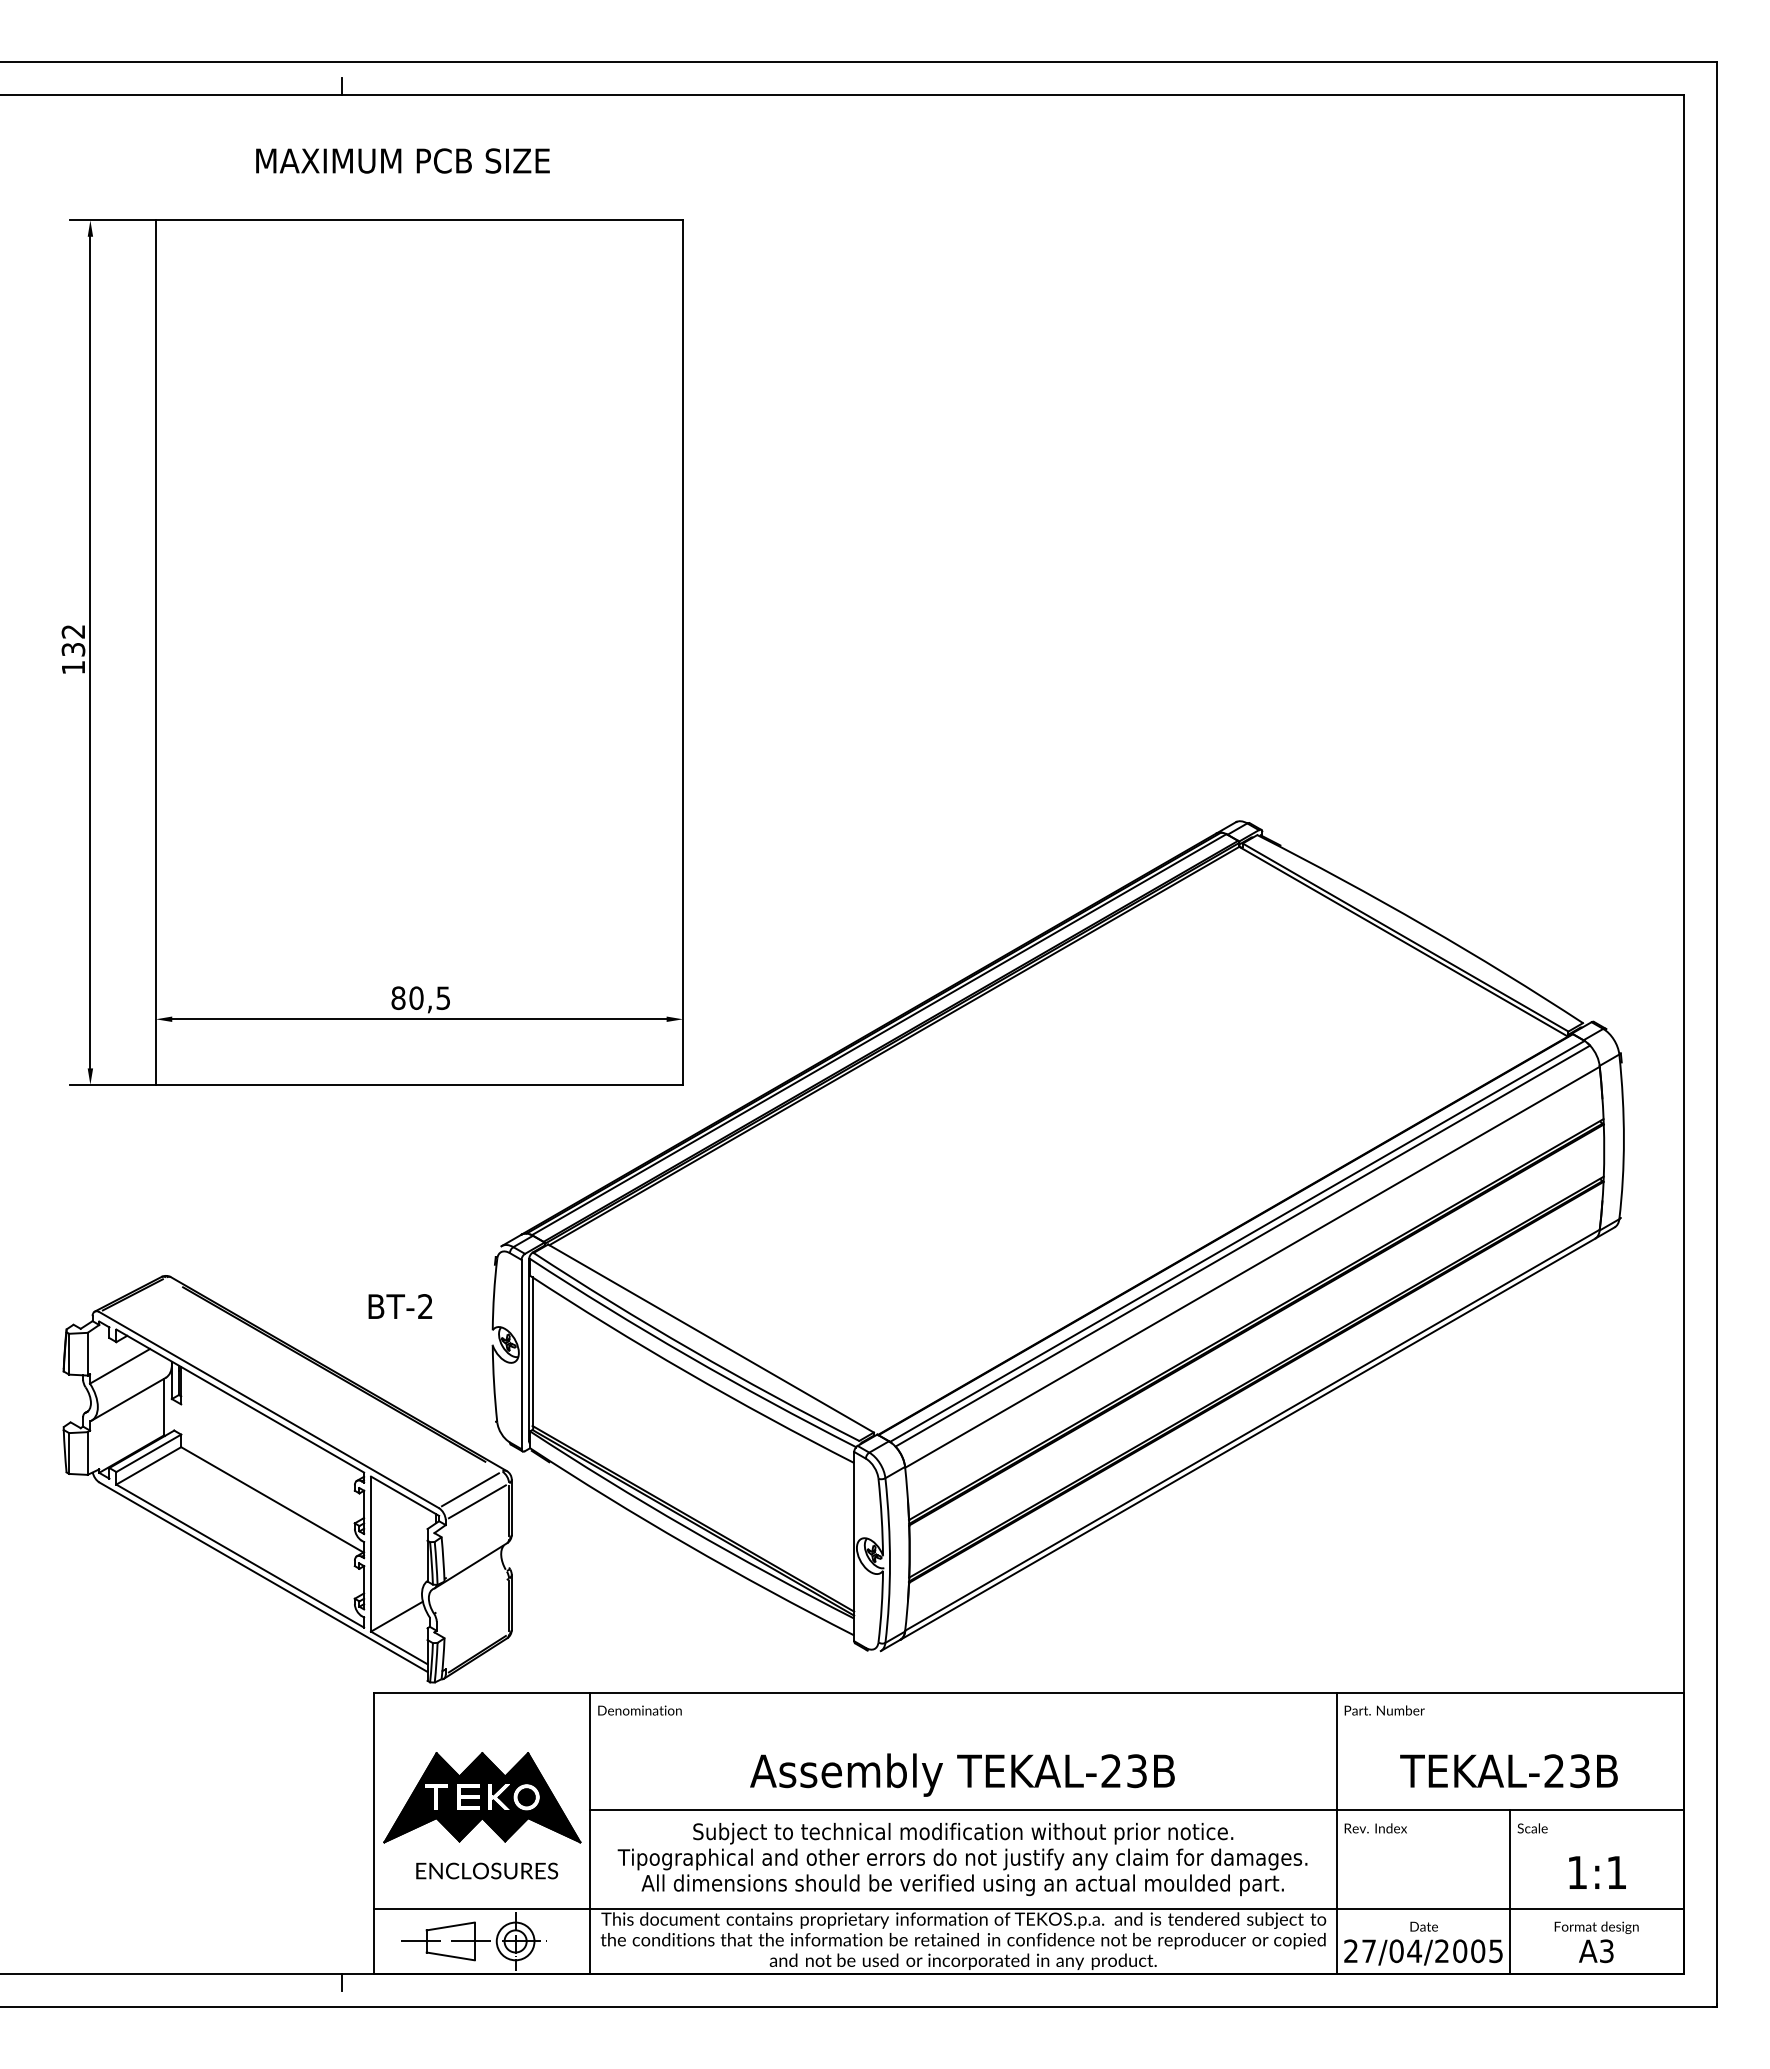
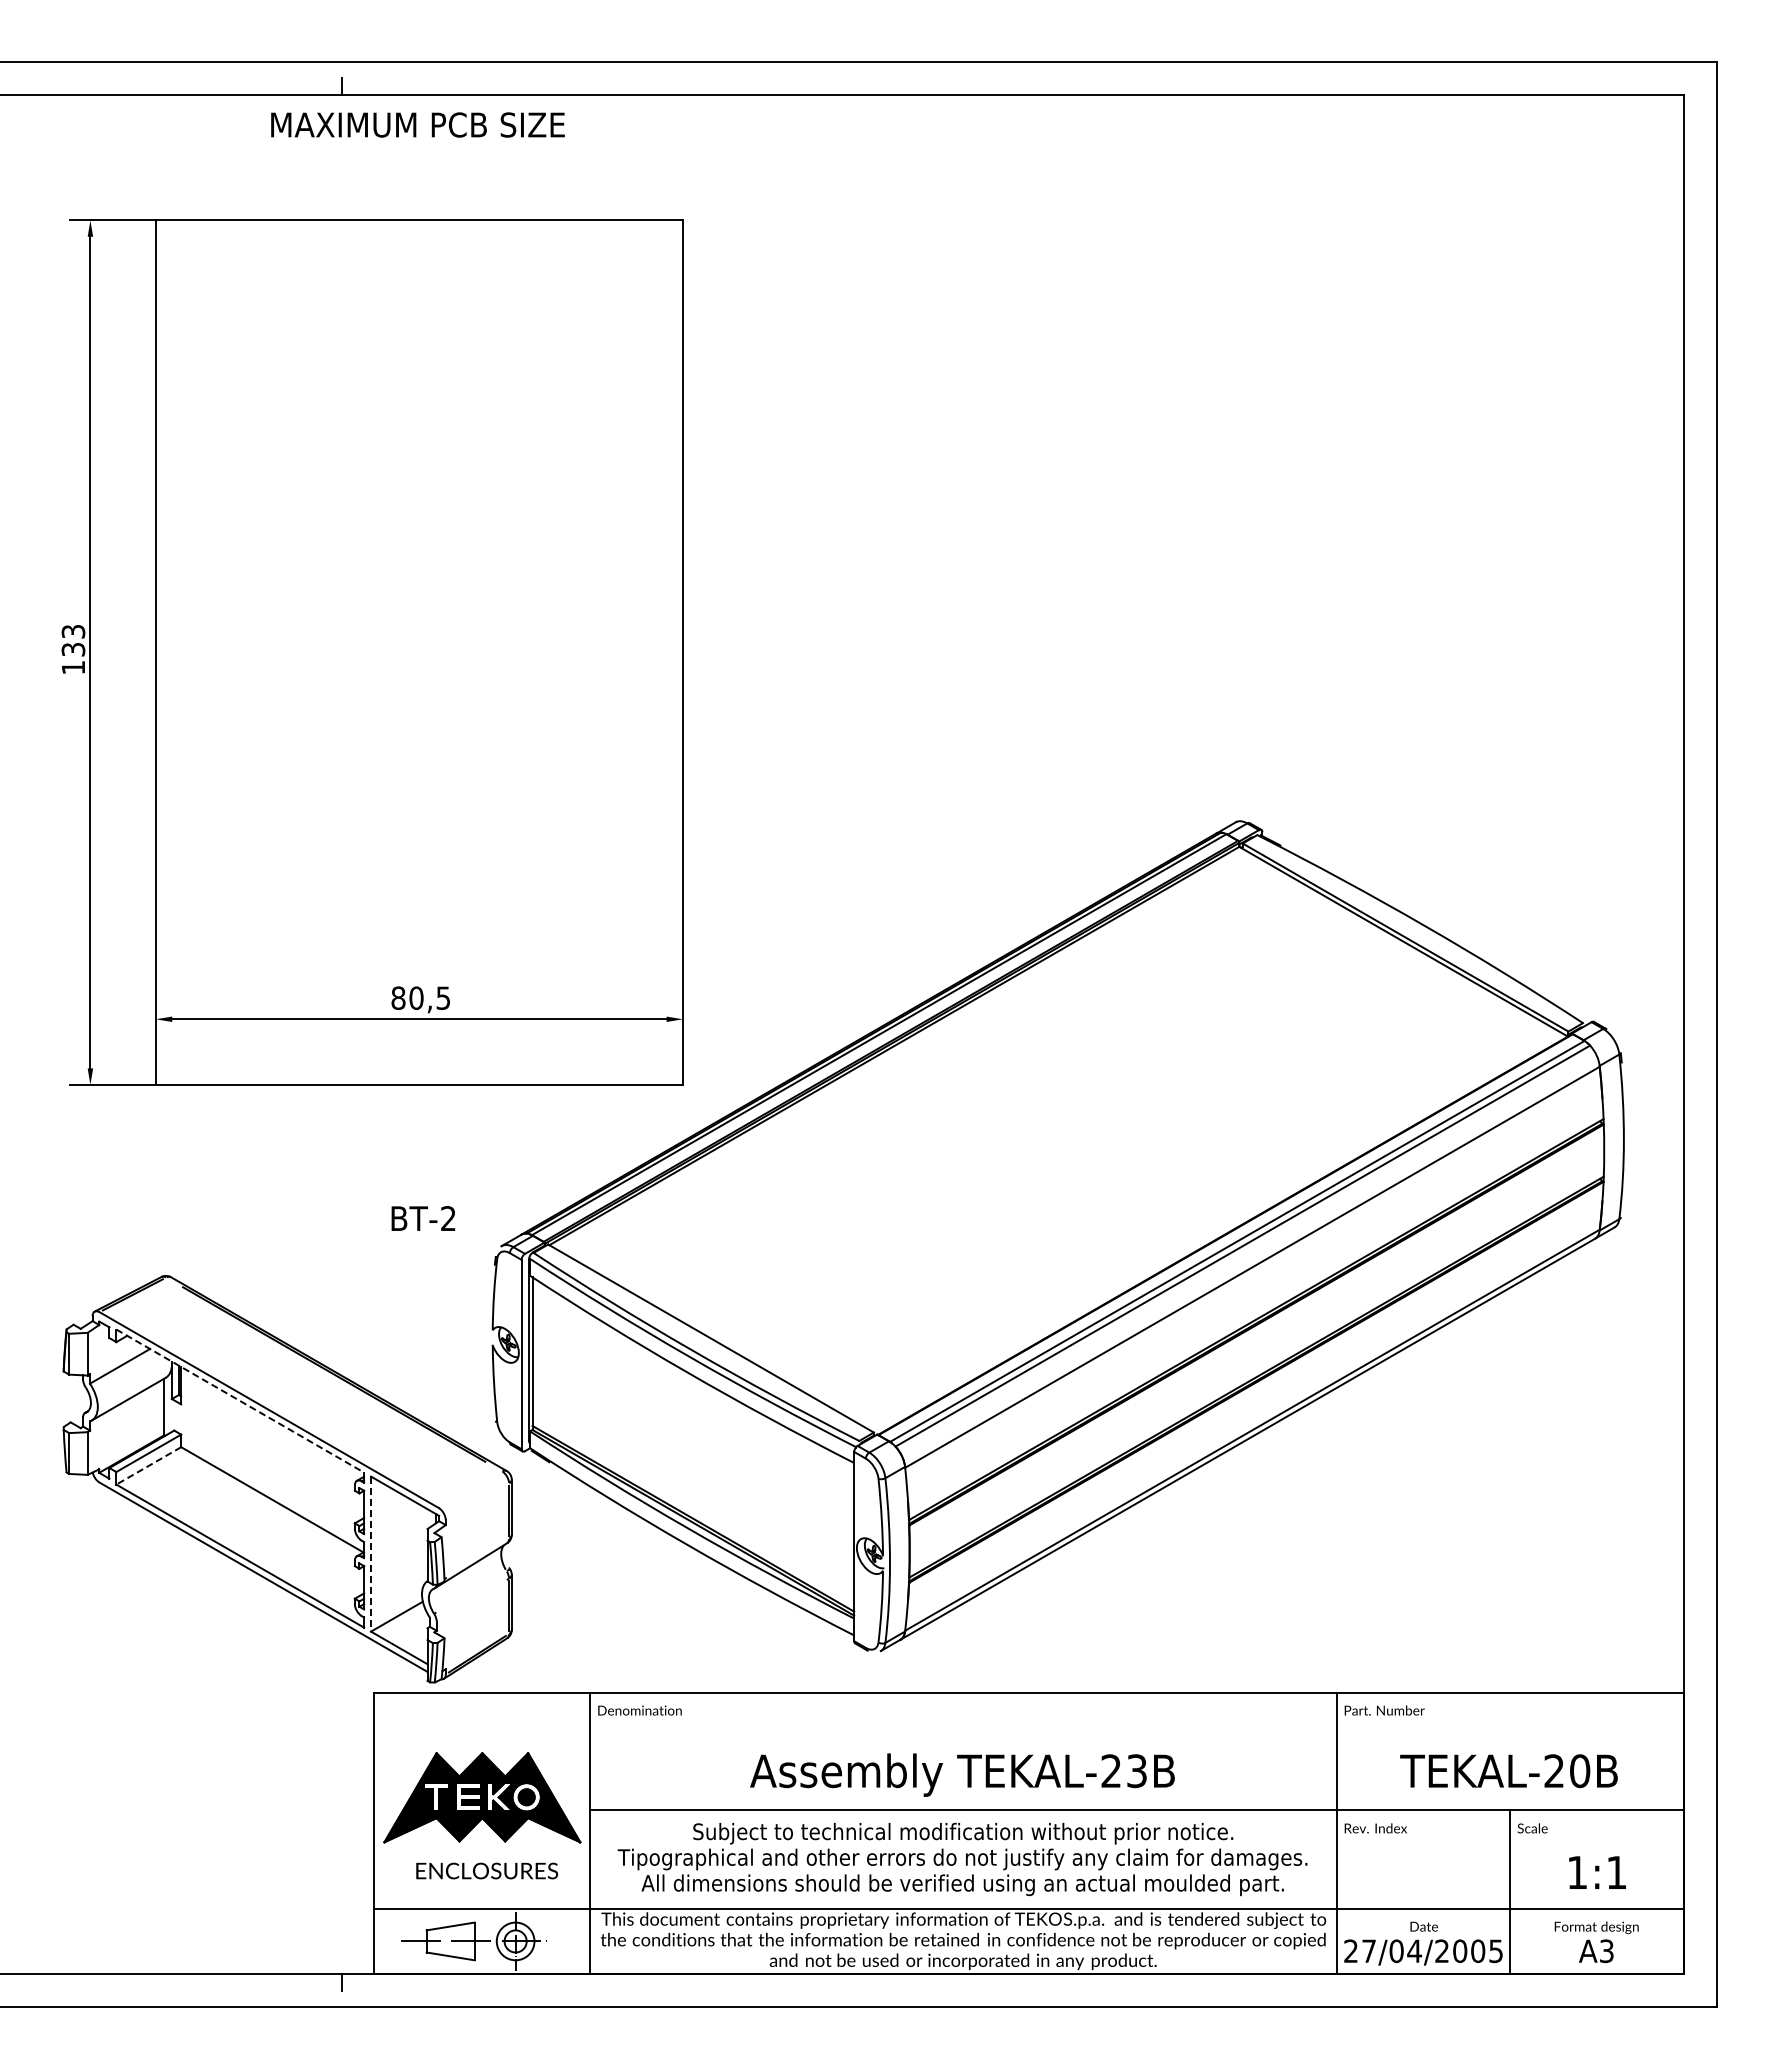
text at (402, 160) position: (402, 160) -> (417, 124)
text at (73, 631): 132 -> 133
text at (400, 1306) position: (400, 1306) -> (423, 1218)
line at (240, 1401): solid -> dashed
line at (148, 1466): solid -> dashed
line at (469, 1489): present -> none
line at (476, 1501): present -> none
line at (371, 1554): solid -> dashed
text at (1580, 1771): TEKAL-23B -> TEKAL-20B
